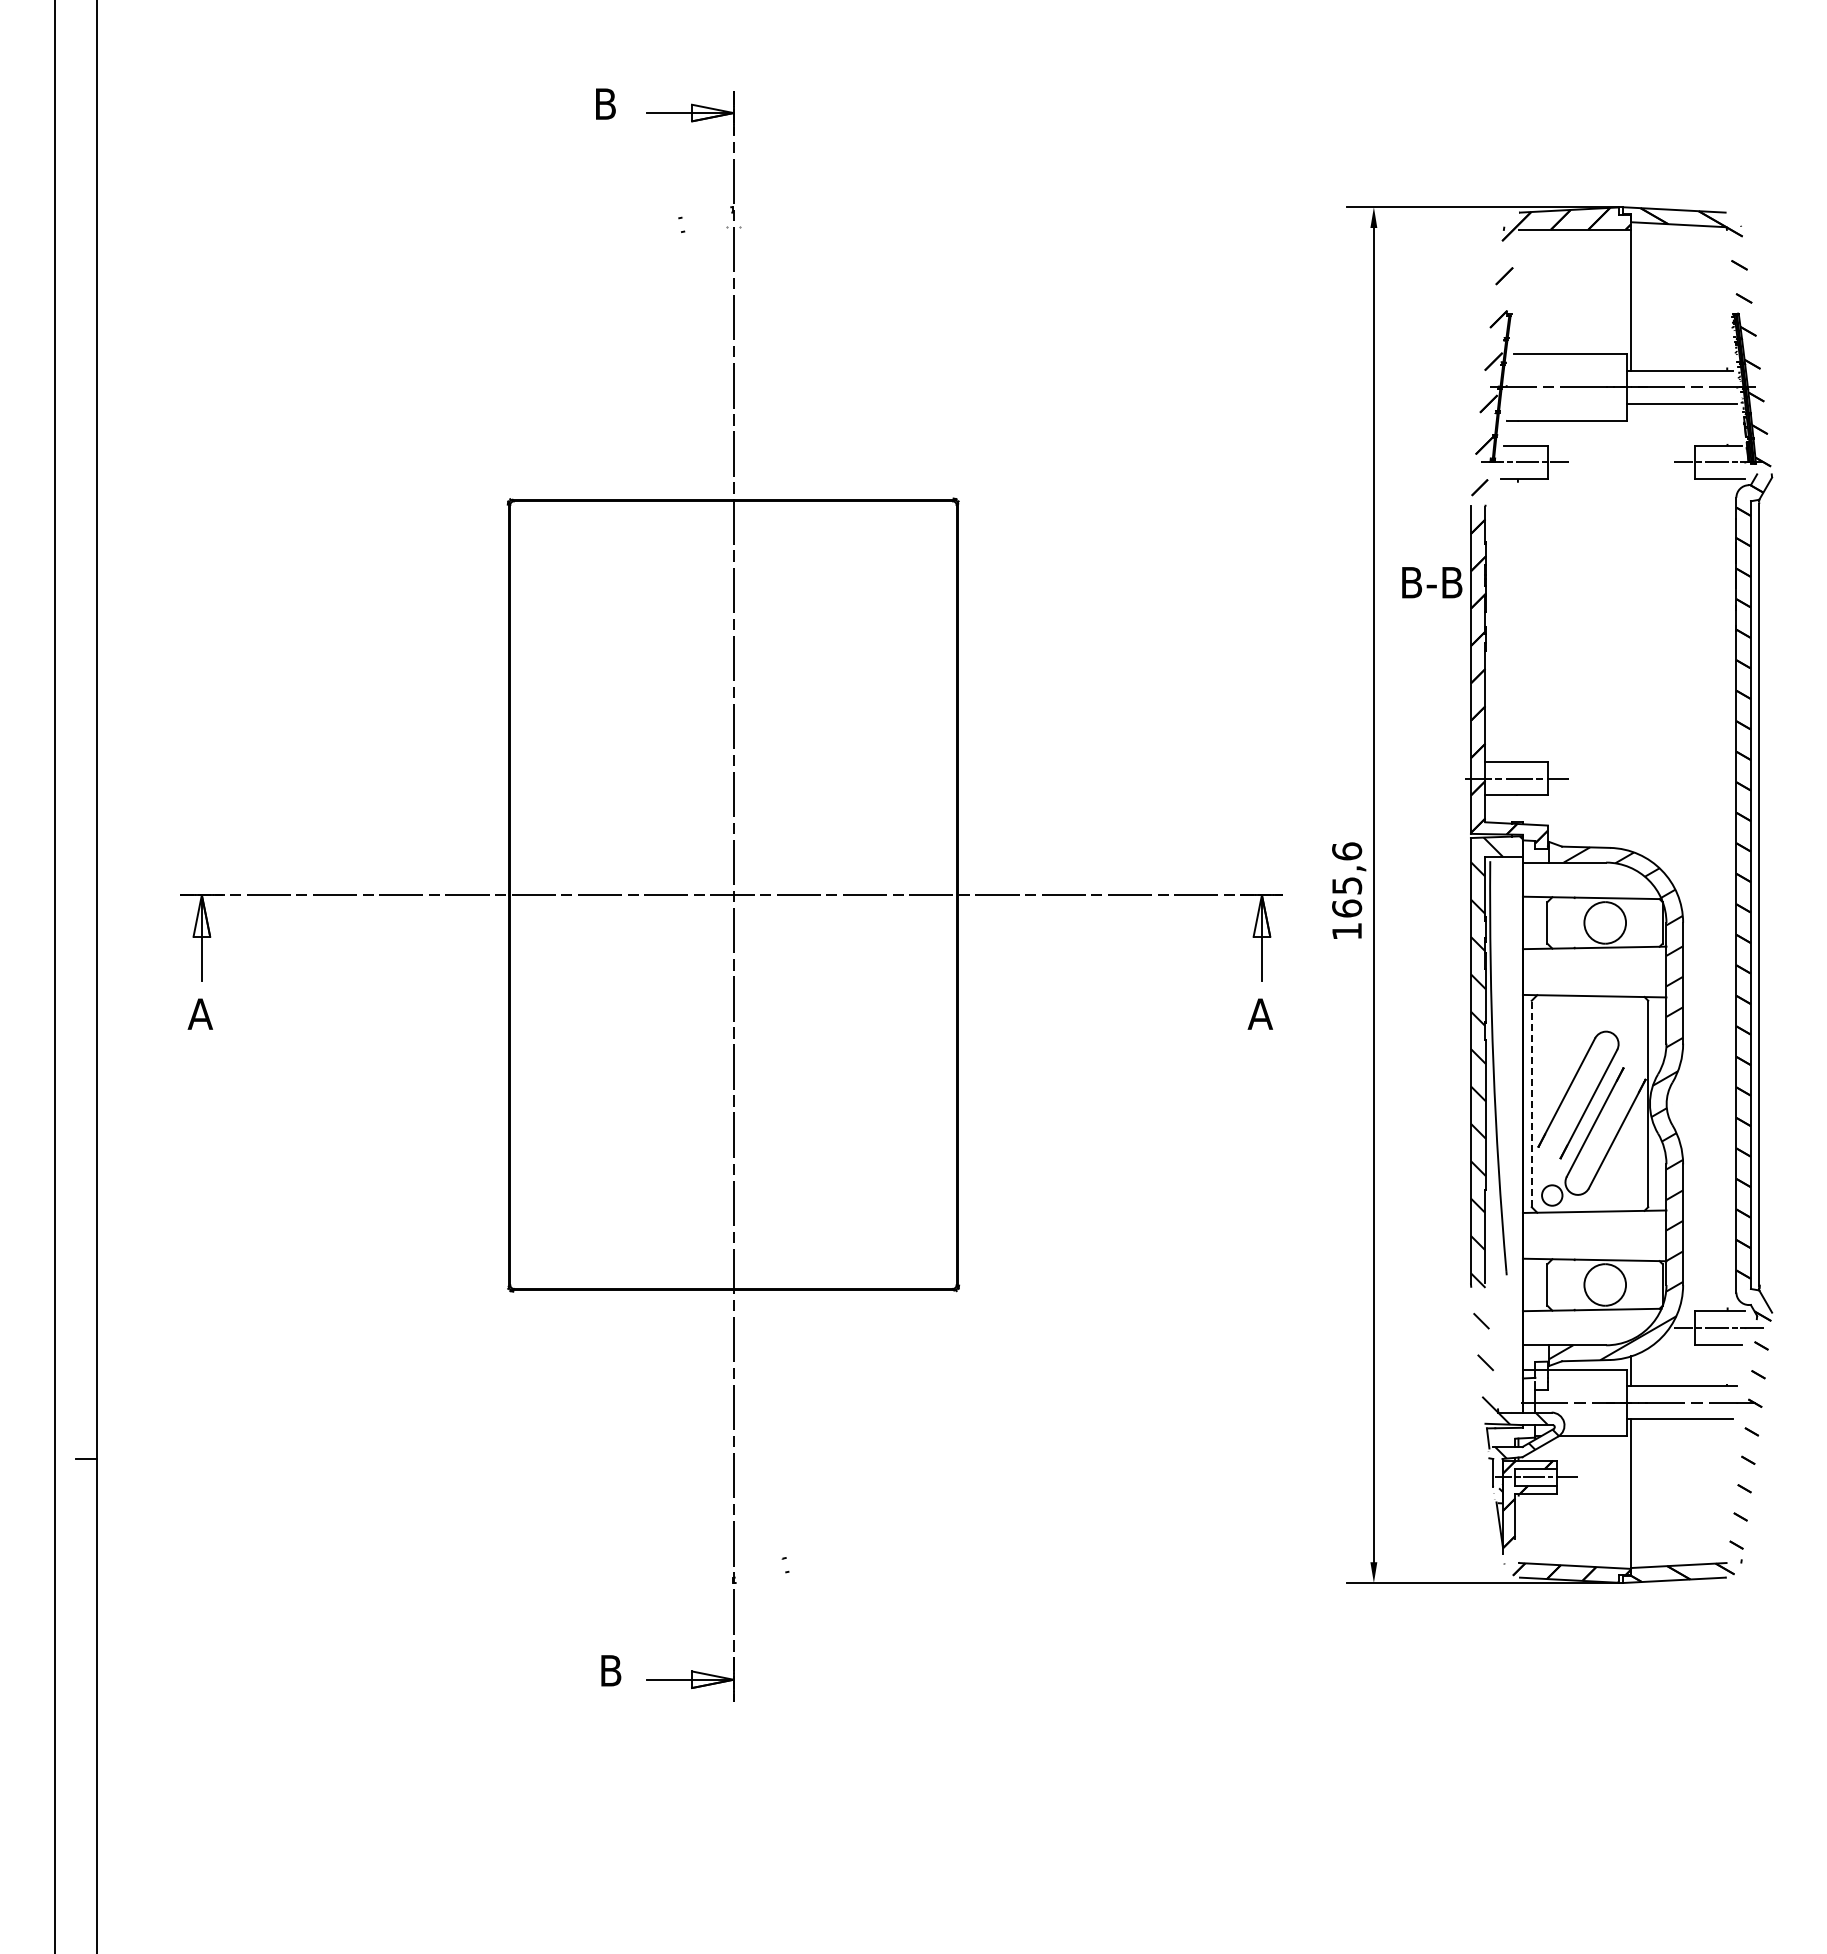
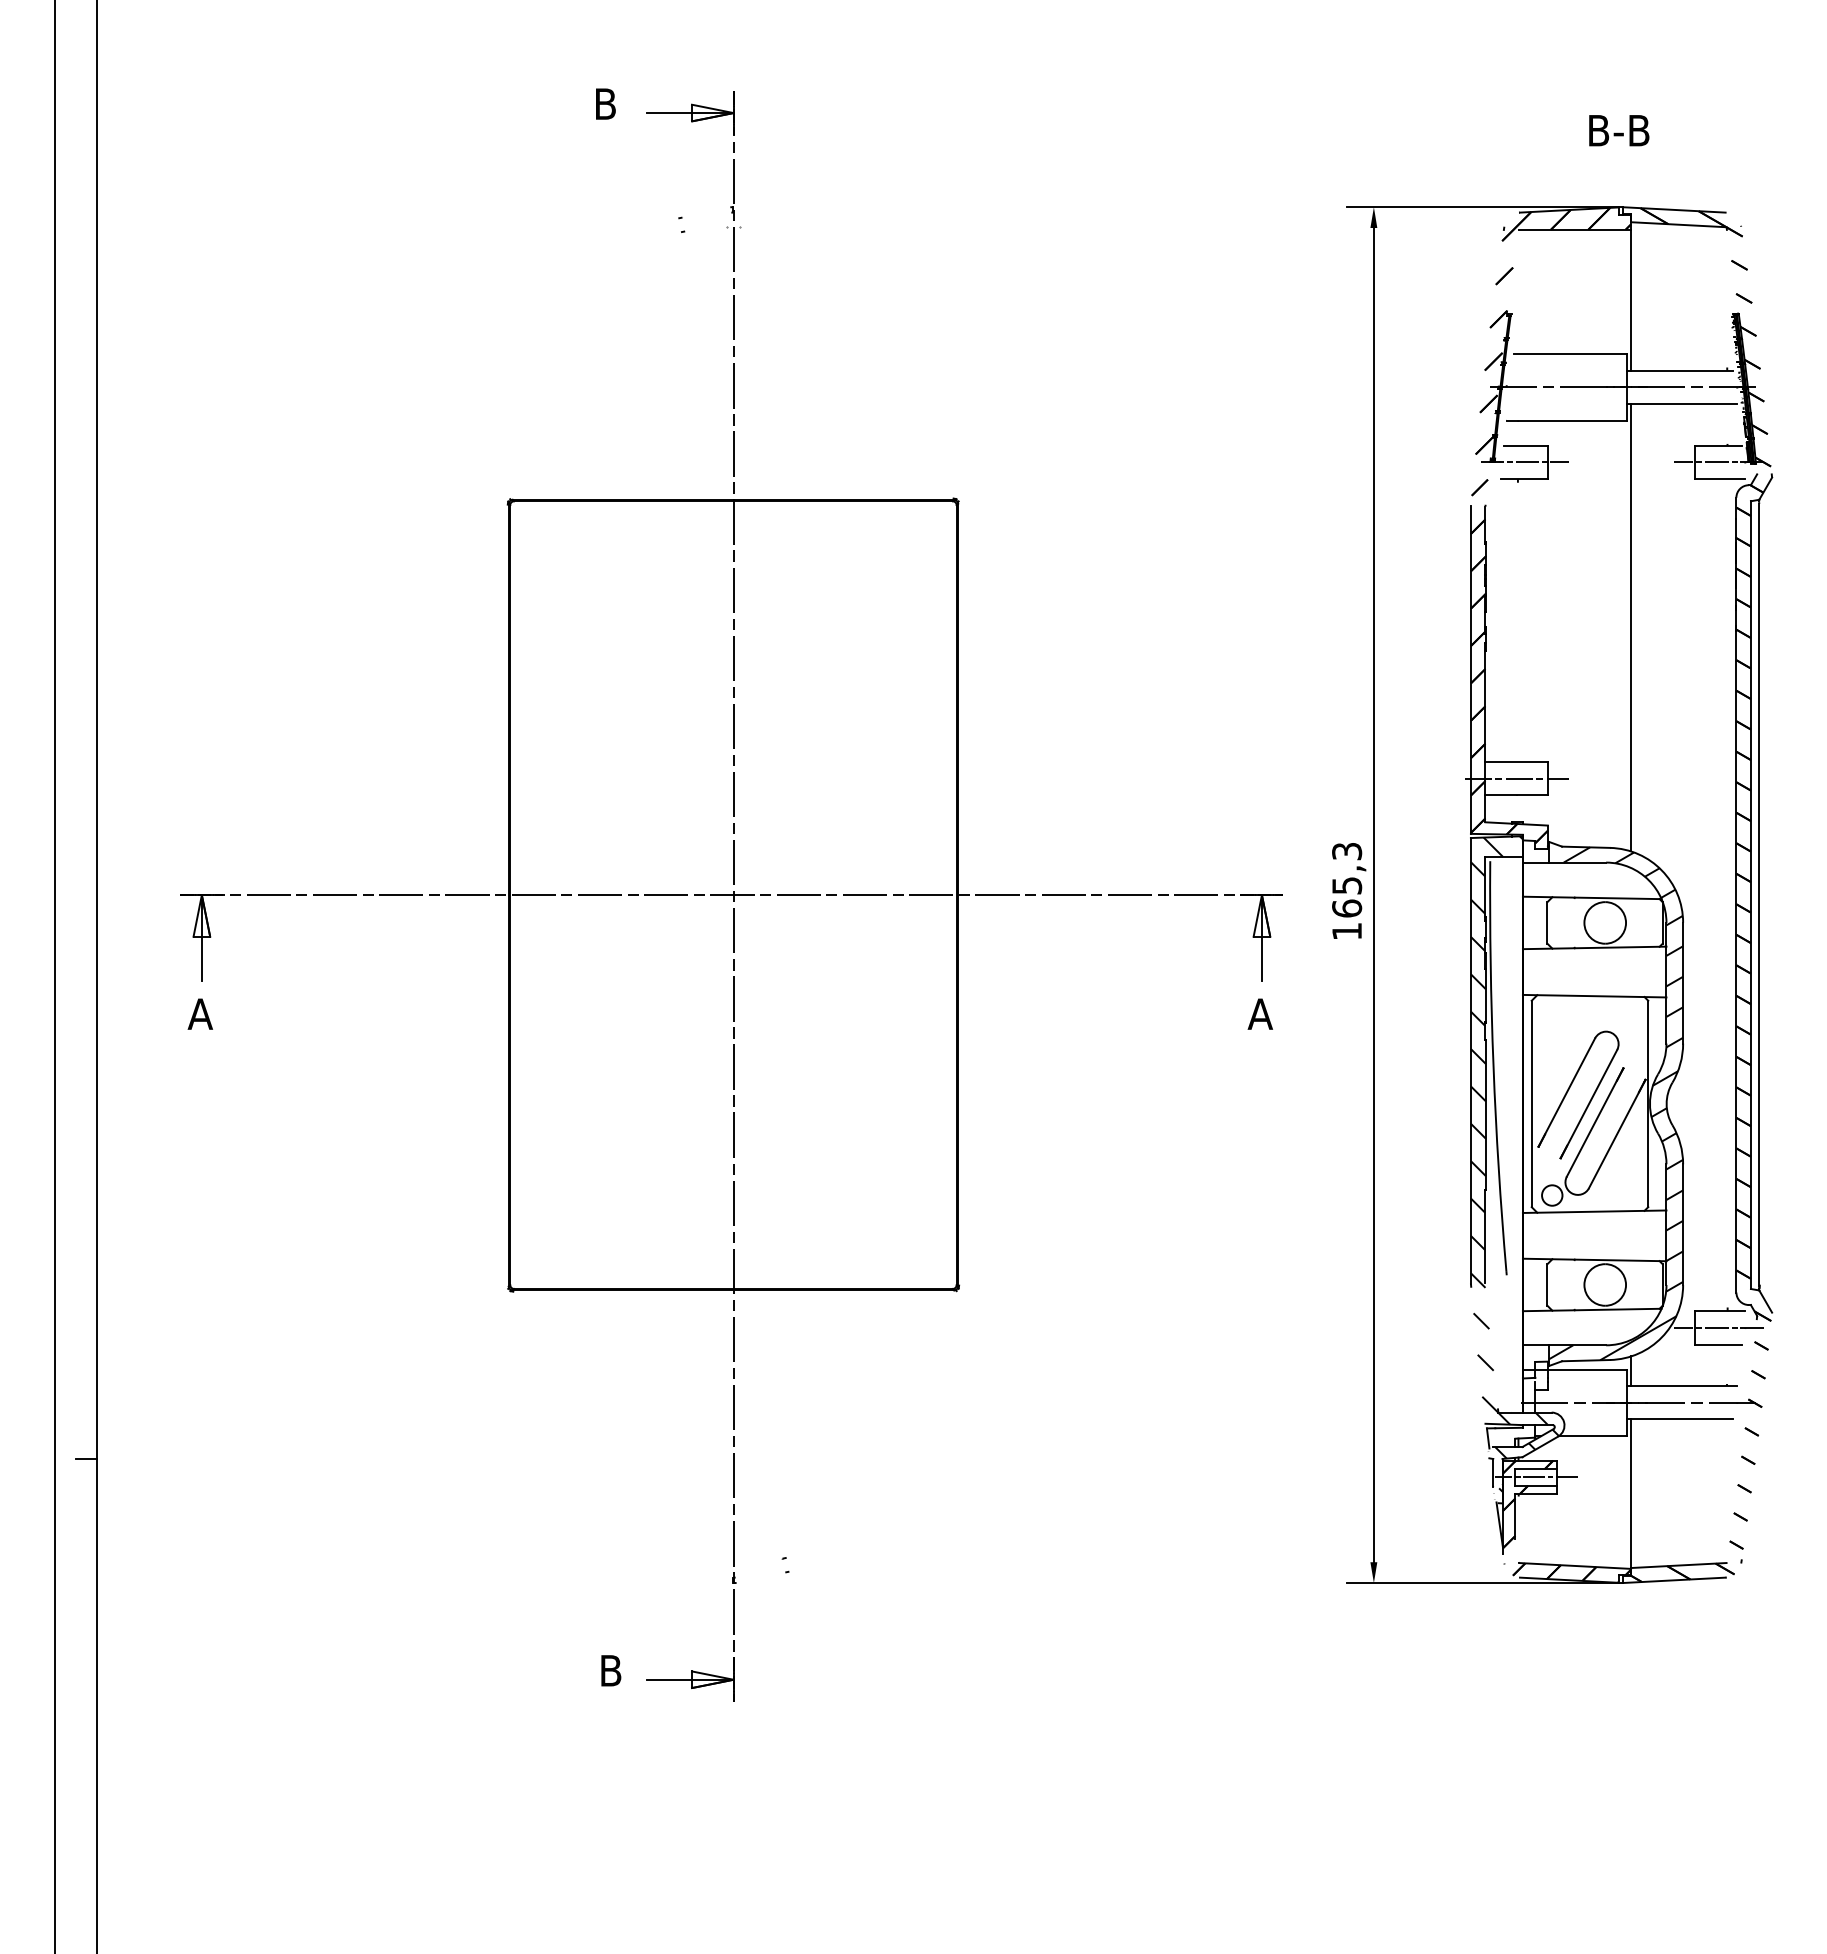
text at (1432, 582) position: (1432, 582) -> (1619, 130)
line at (1631, 627): none -> present
text at (1347, 851): 165,6 -> 165,3
line at (1531, 1103): dashed -> solid
